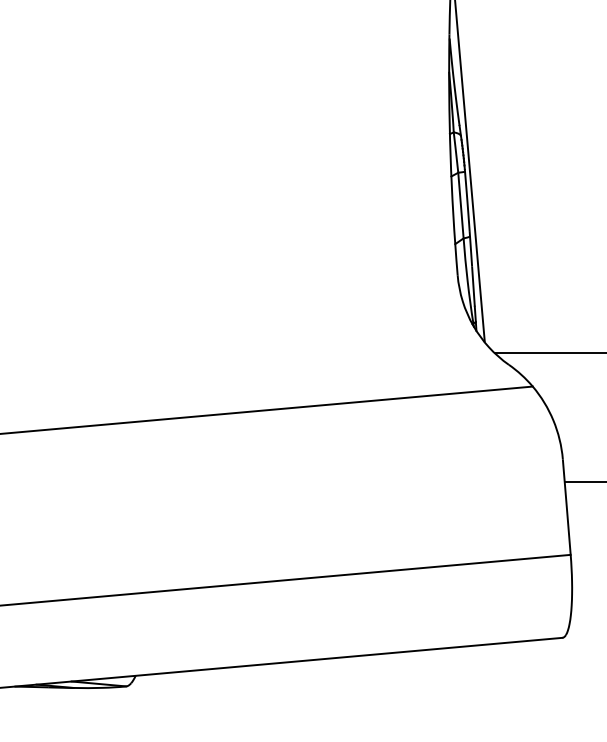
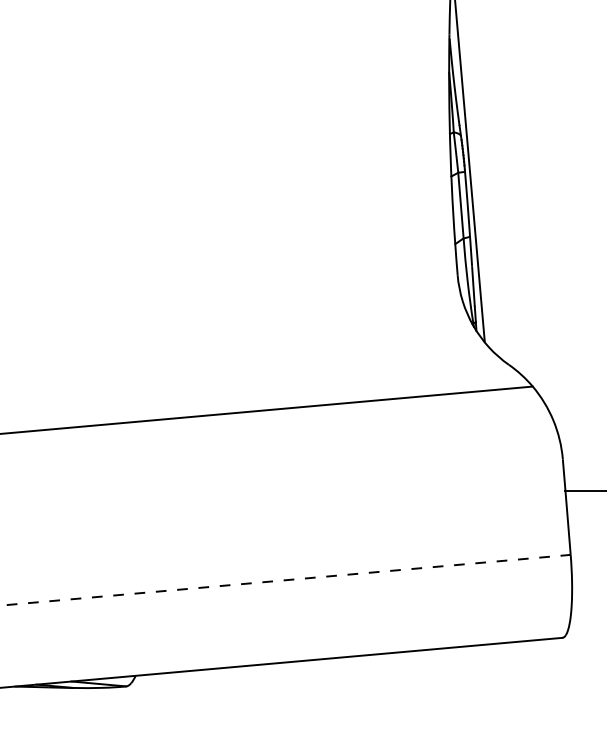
line at (549, 353): present -> none
line at (583, 481) position: (583, 481) -> (583, 490)
line at (285, 580): solid -> dashed
